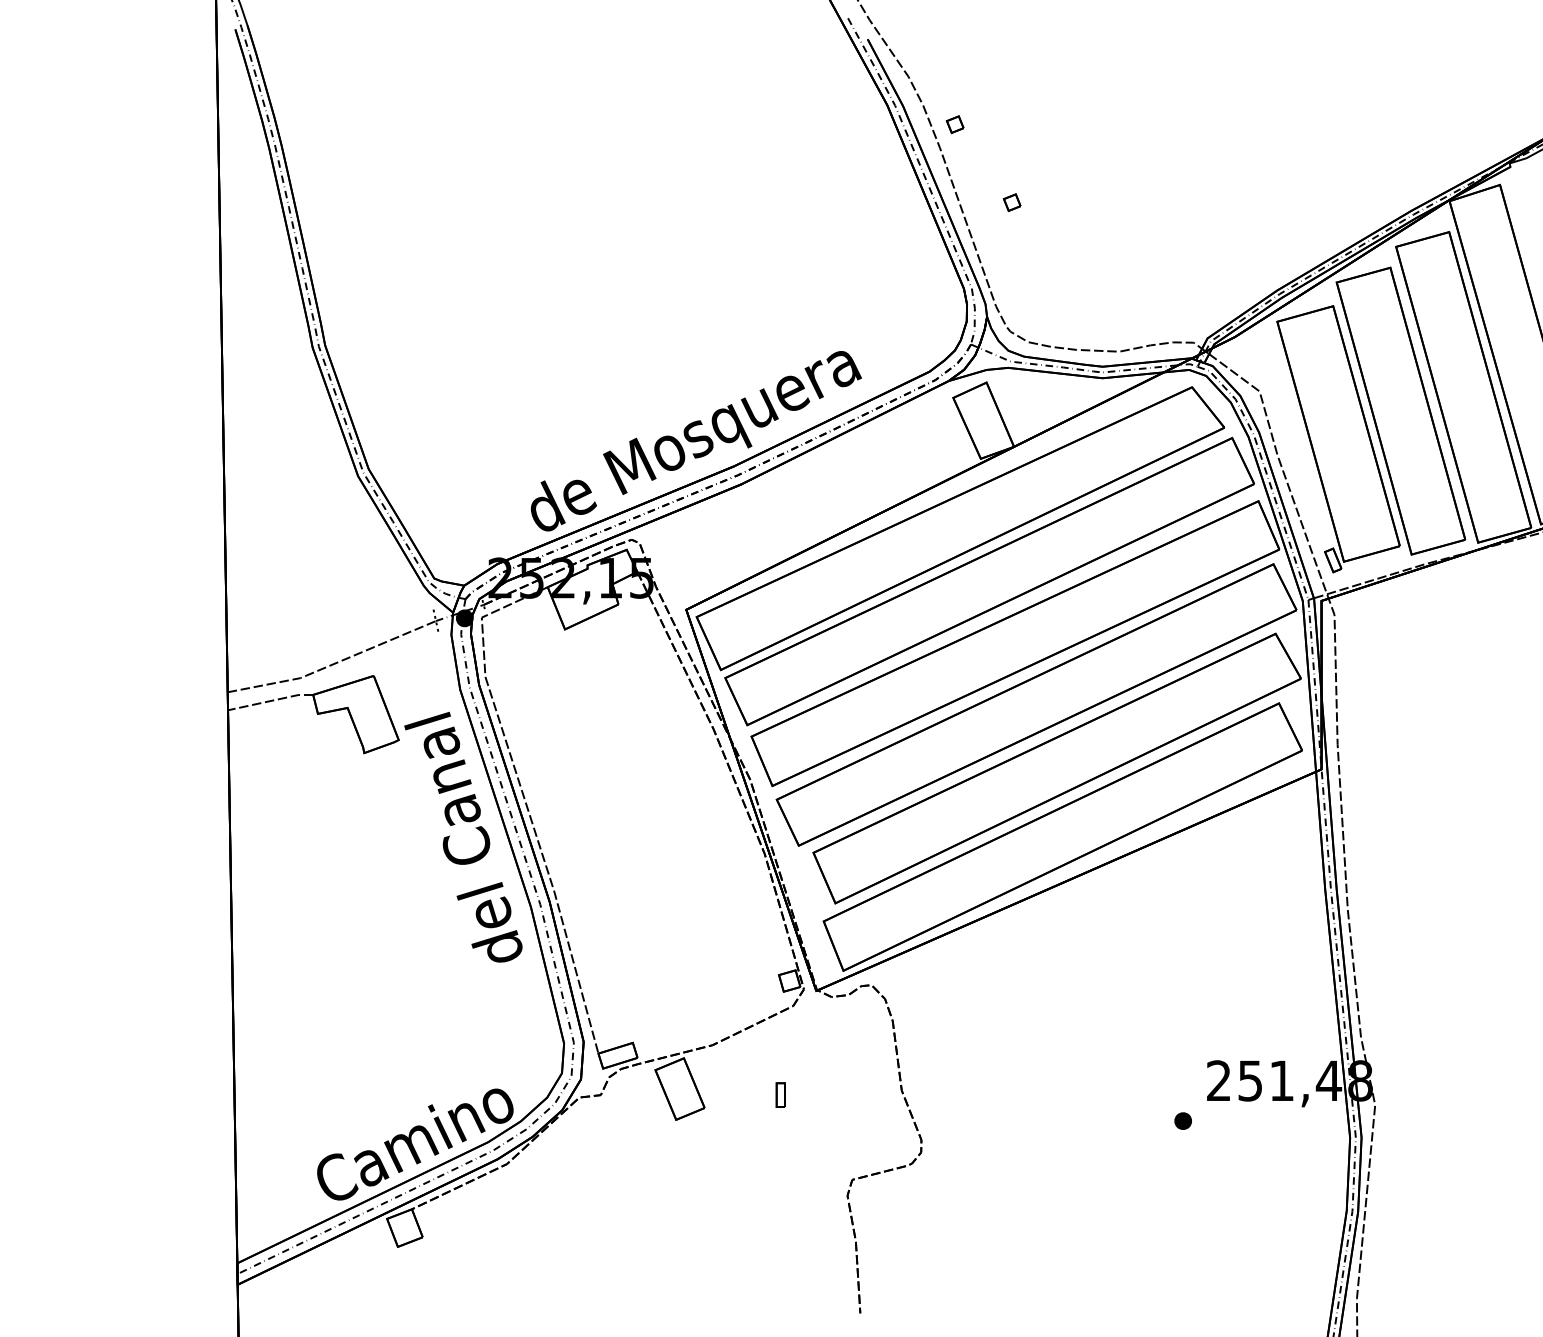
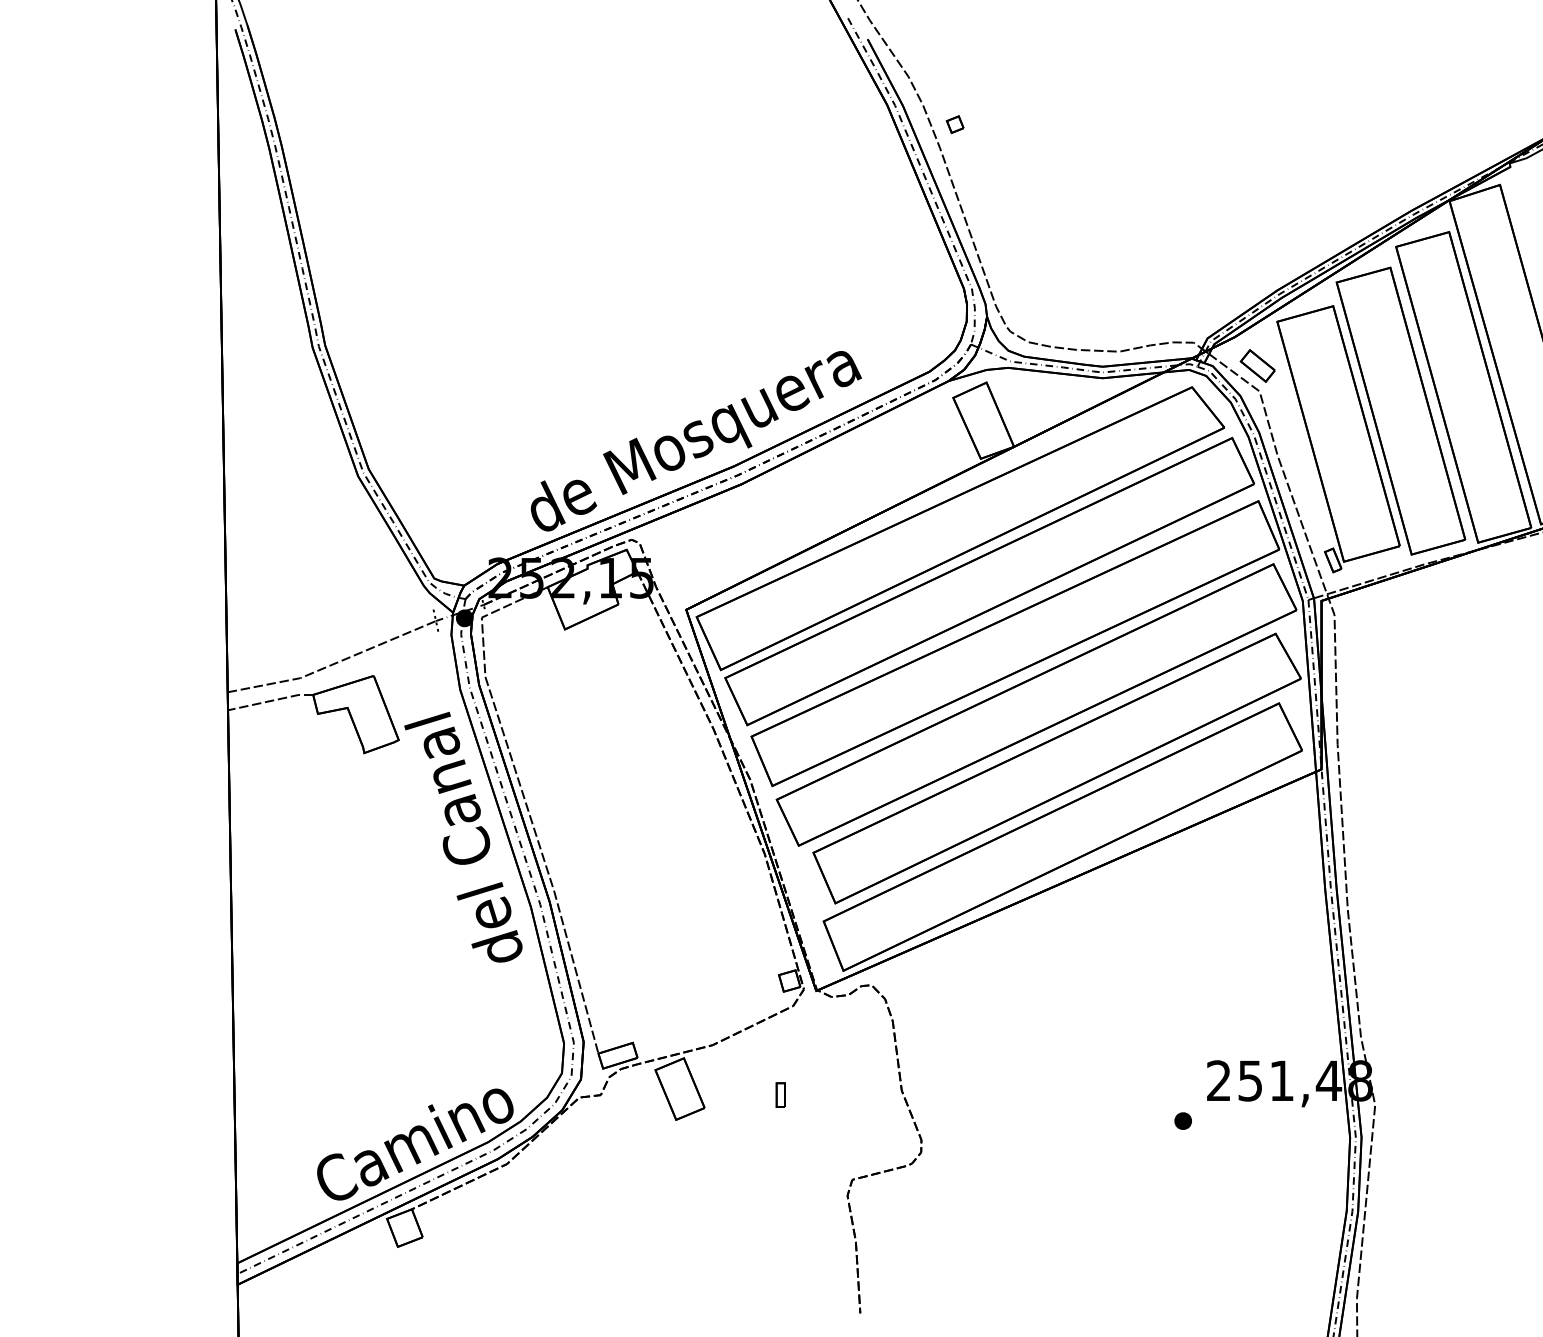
part at (1011, 202): present -> none
part at (1257, 365): none -> present
